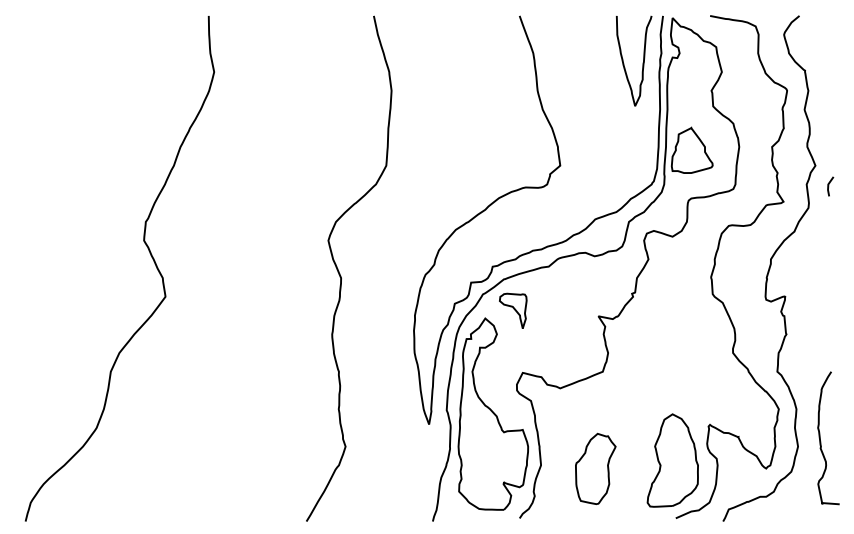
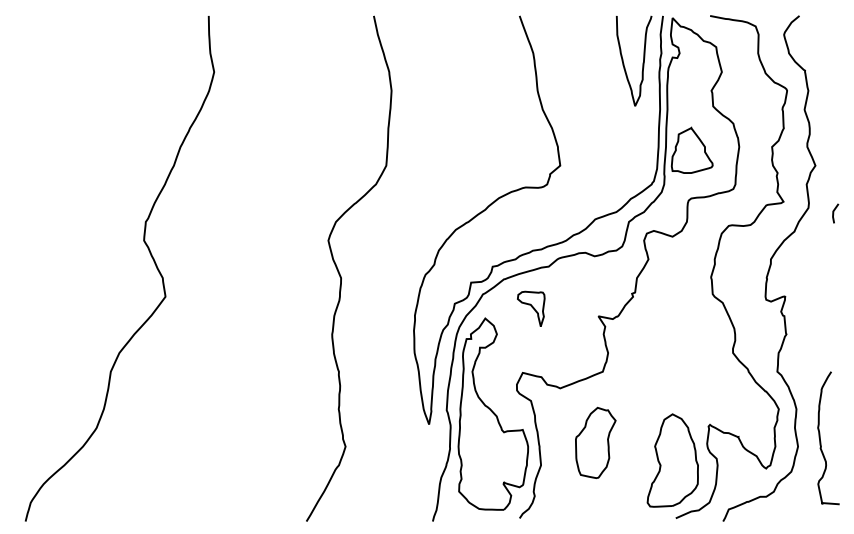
line at (829, 186) position: (829, 186) -> (834, 213)
part at (513, 310) position: (513, 310) -> (531, 308)
part at (595, 468) position: (595, 468) -> (595, 442)
